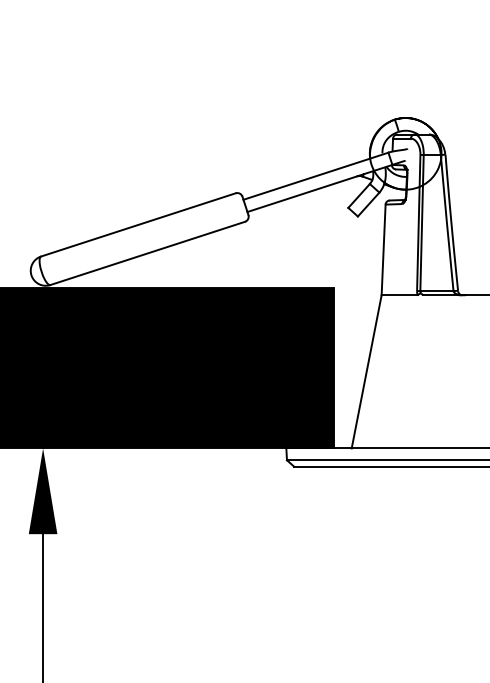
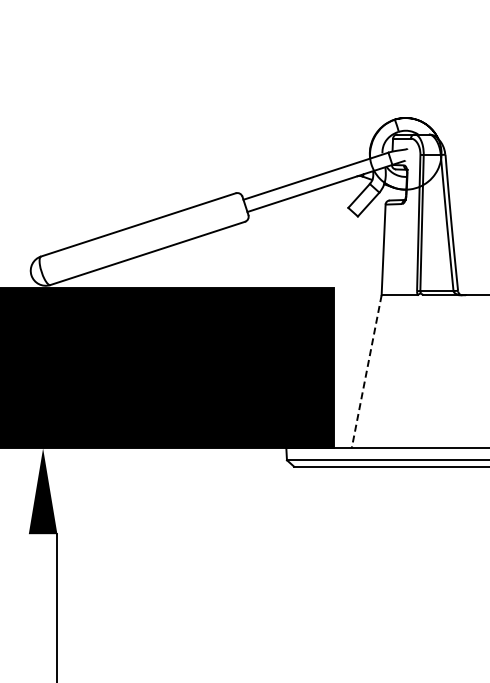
line at (366, 372): solid -> dashed
line at (43, 606) position: (43, 606) -> (57, 606)
